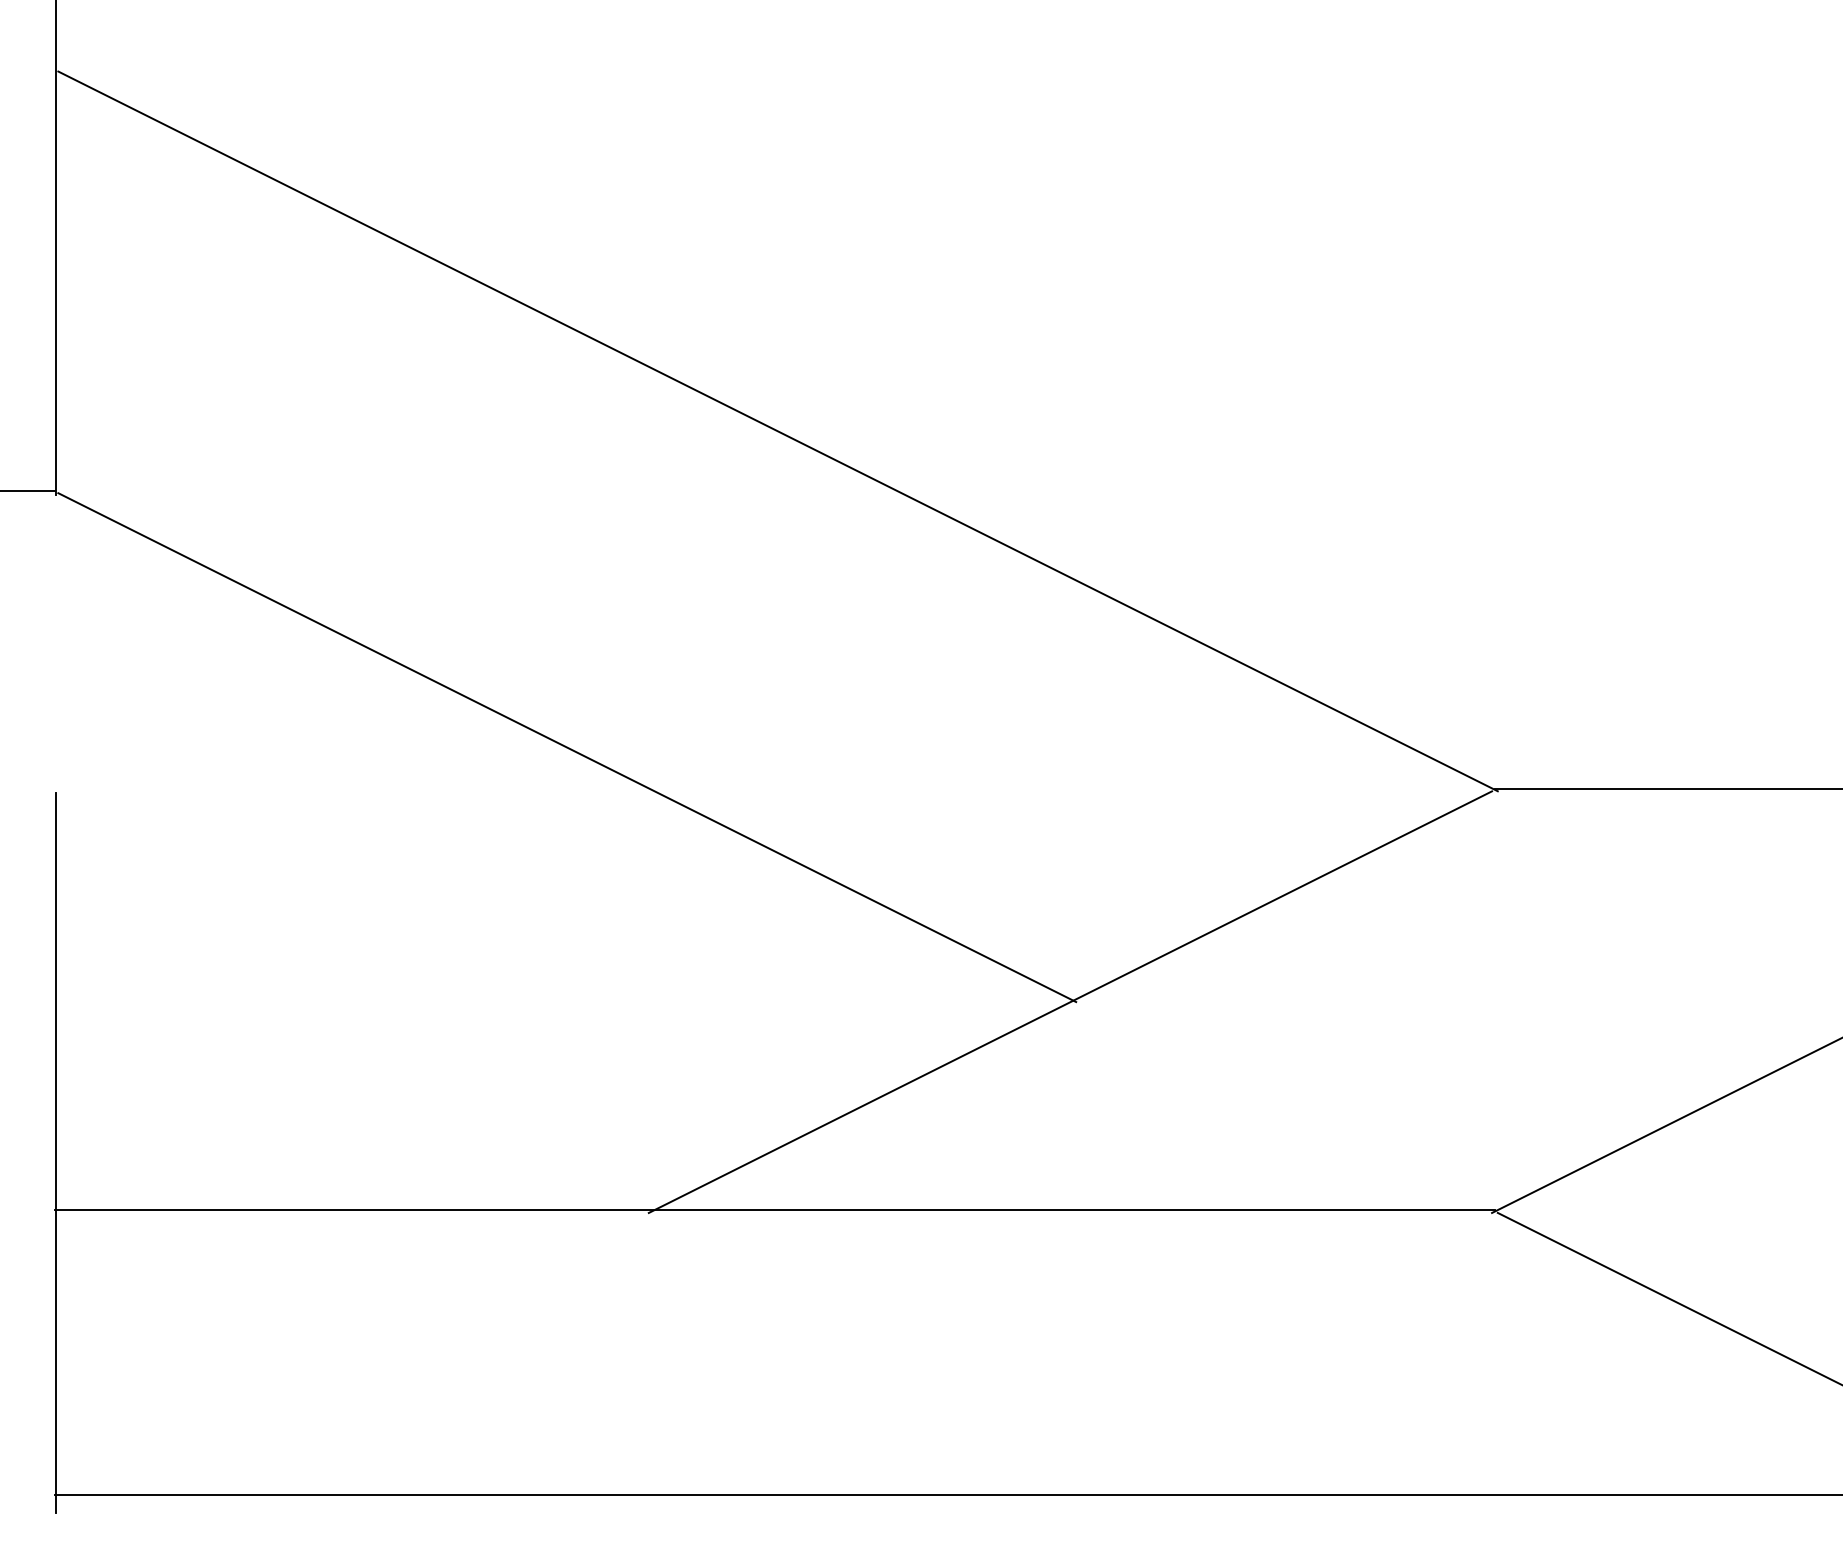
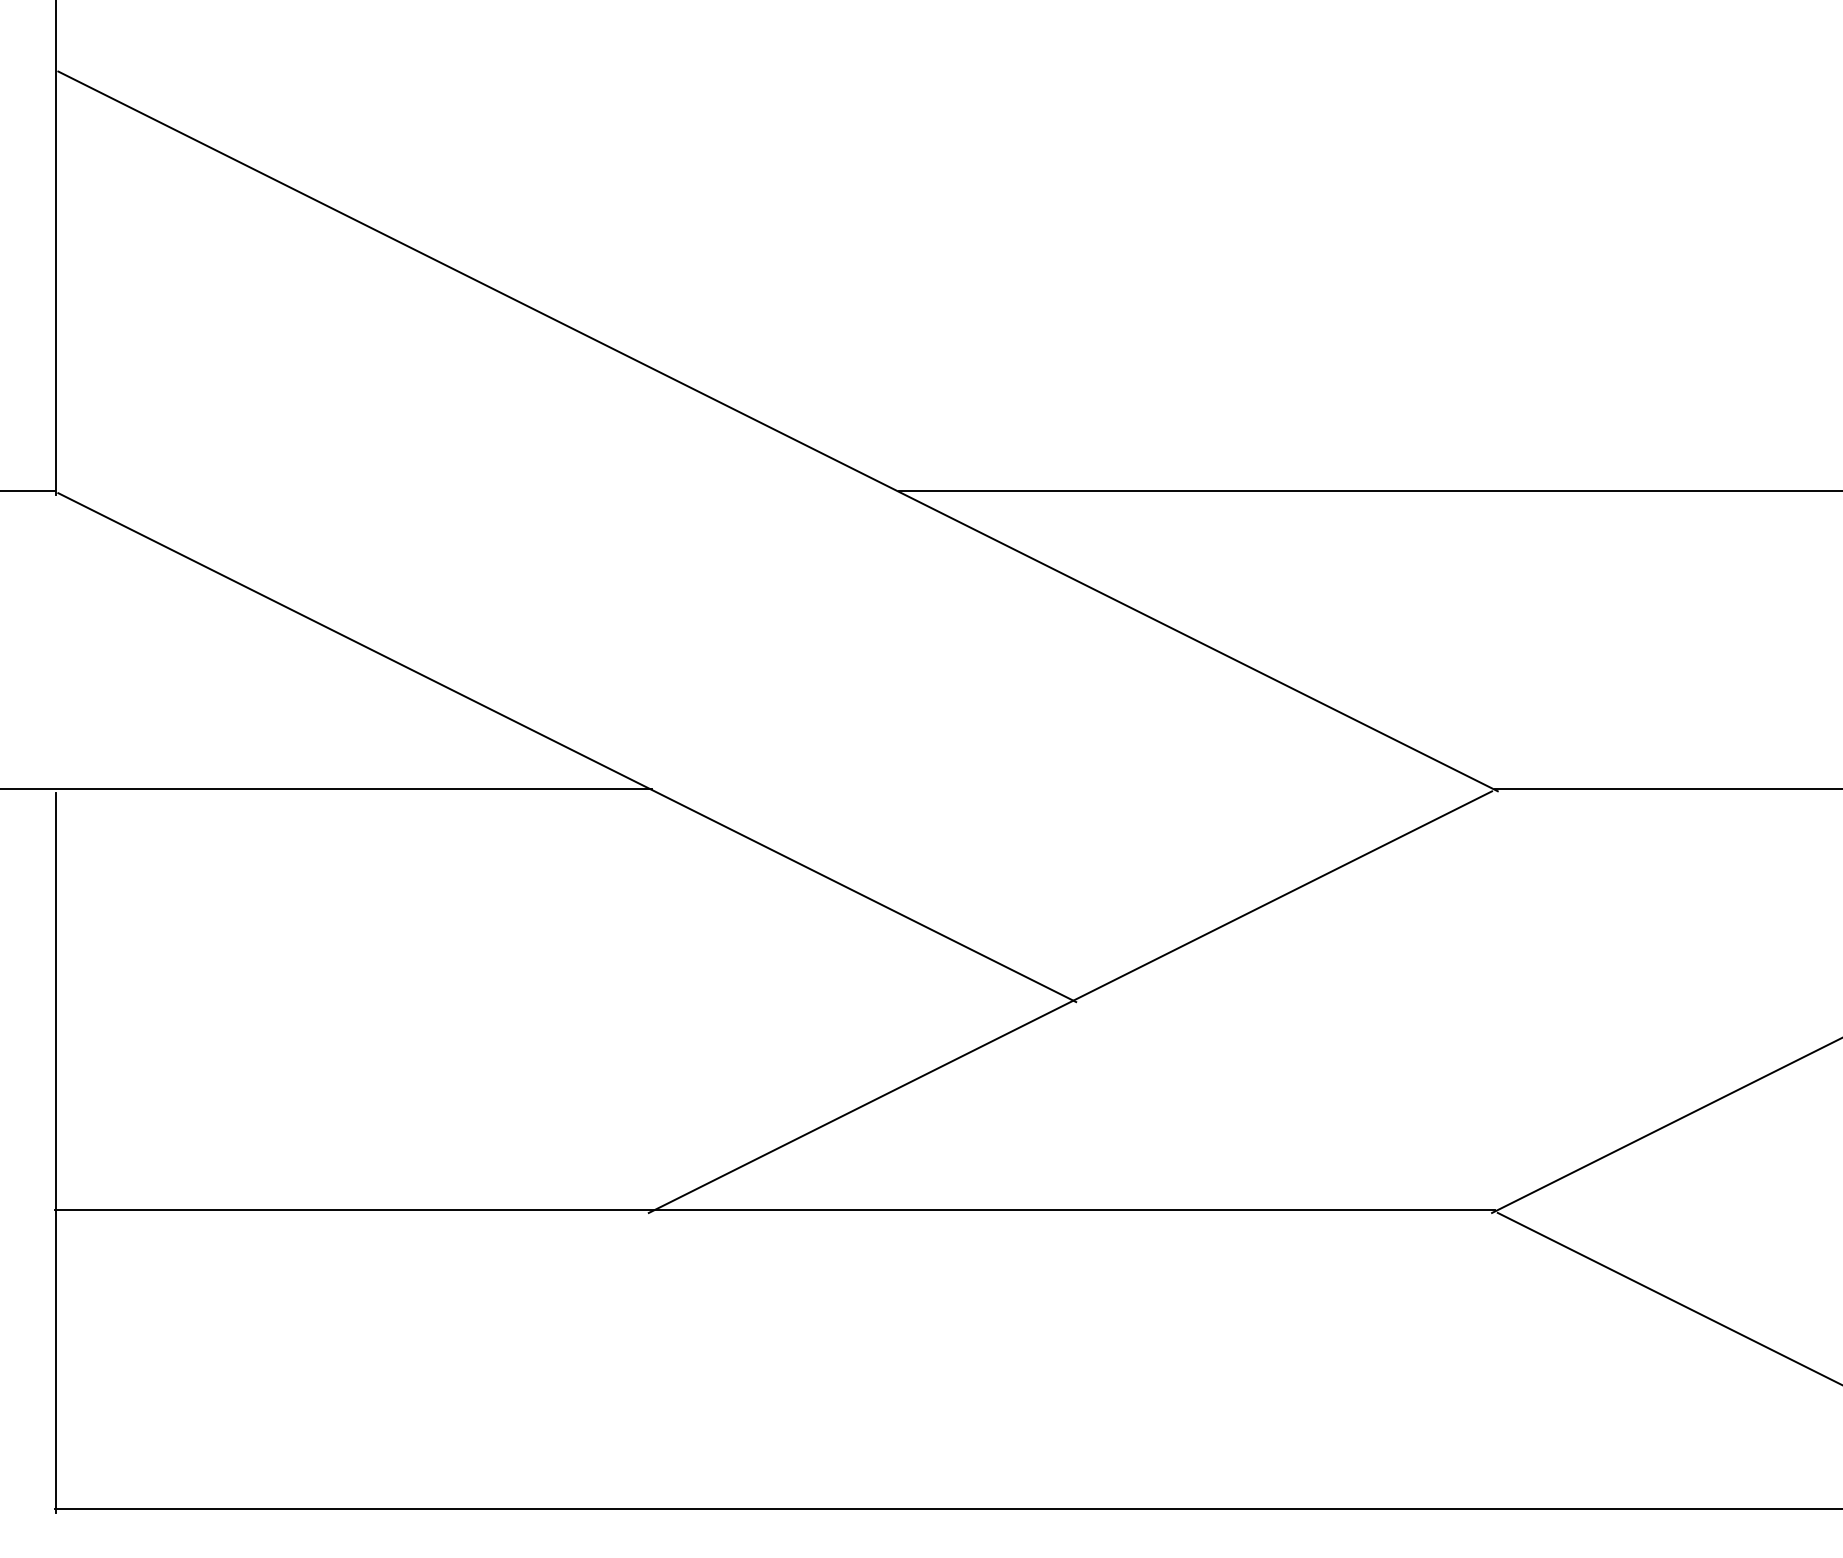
line at (1368, 490): none -> present
line at (326, 788): none -> present
line at (947, 1494) position: (947, 1494) -> (947, 1508)
